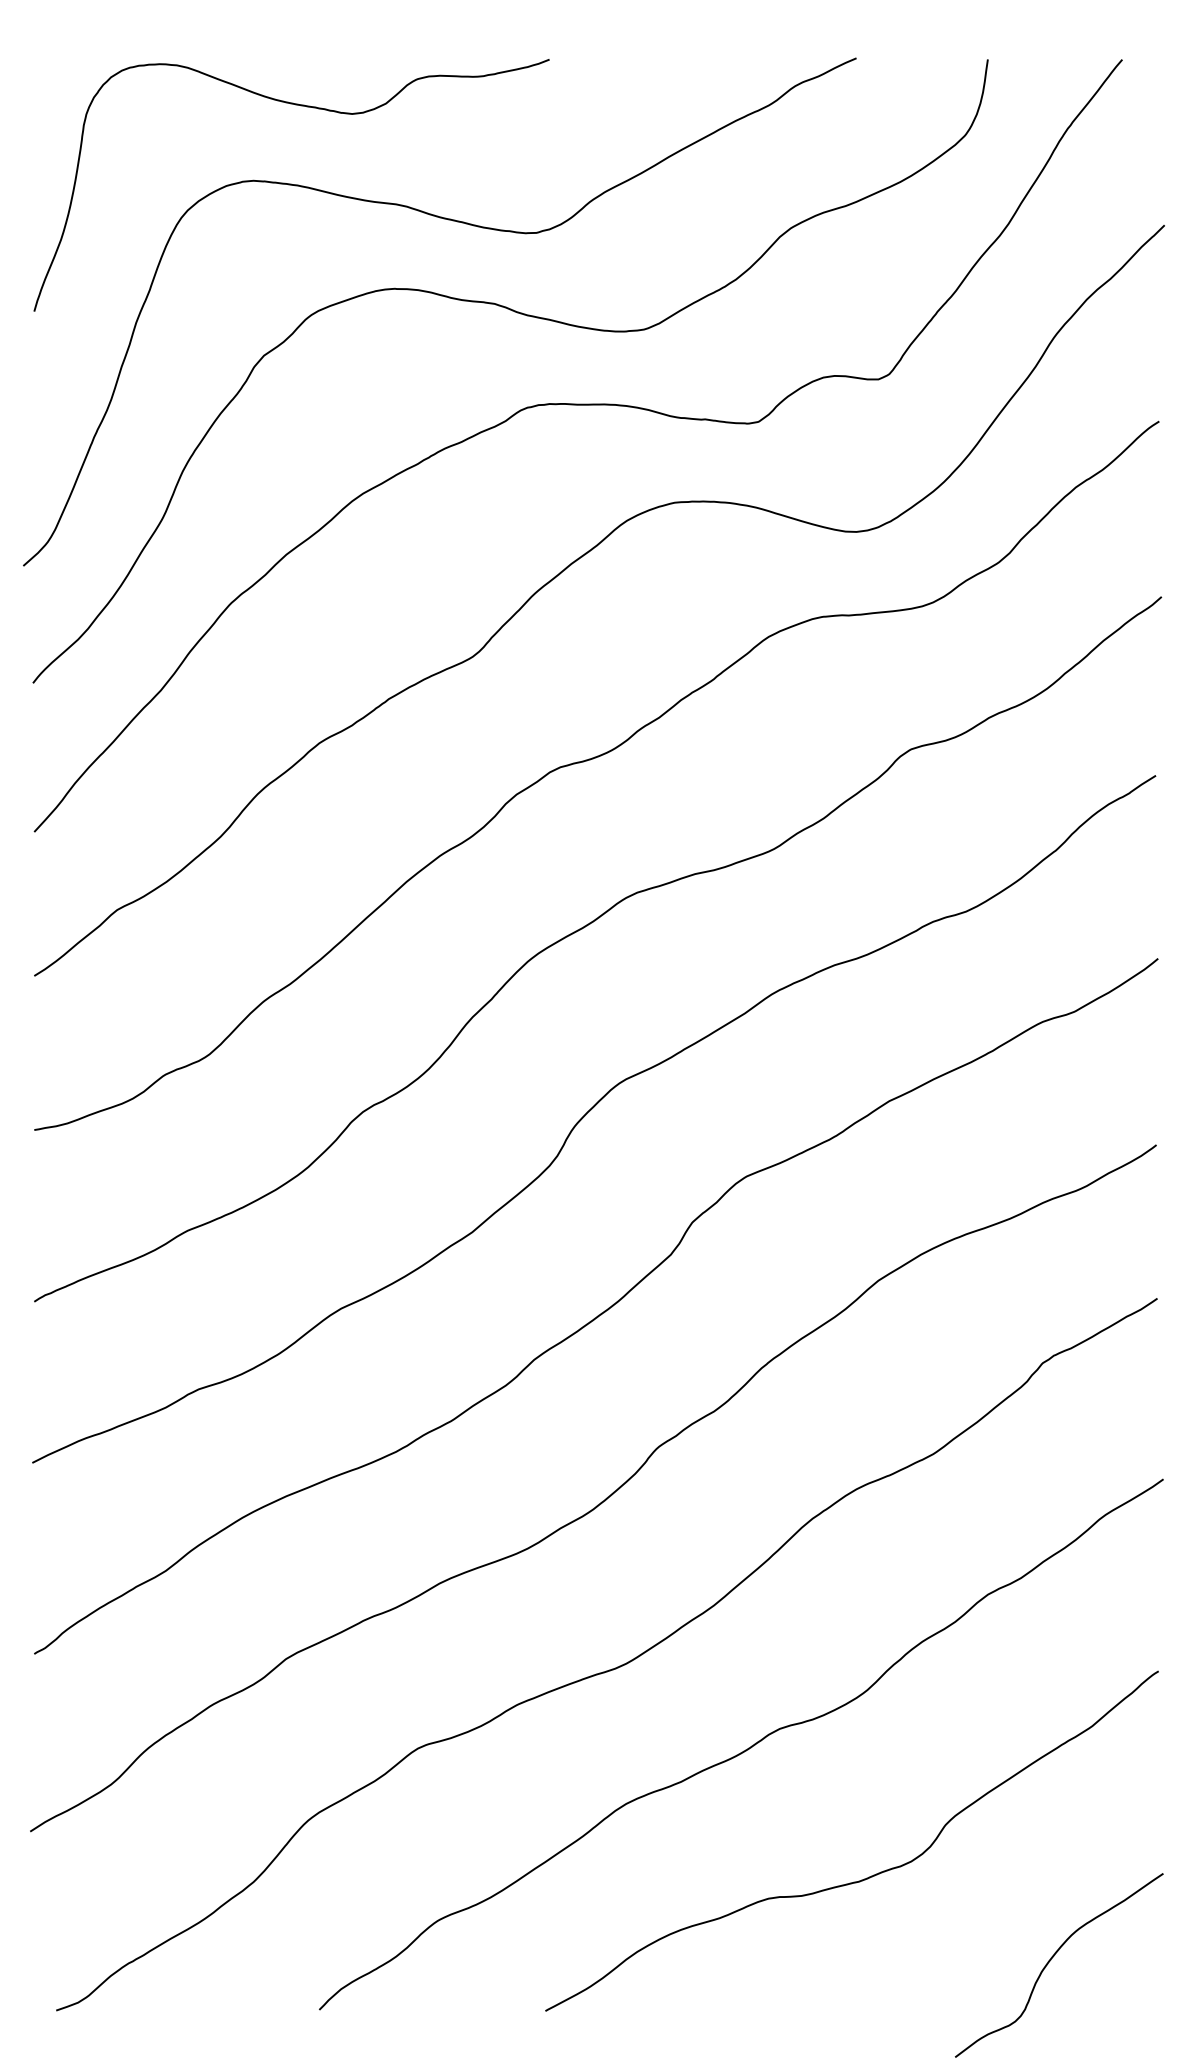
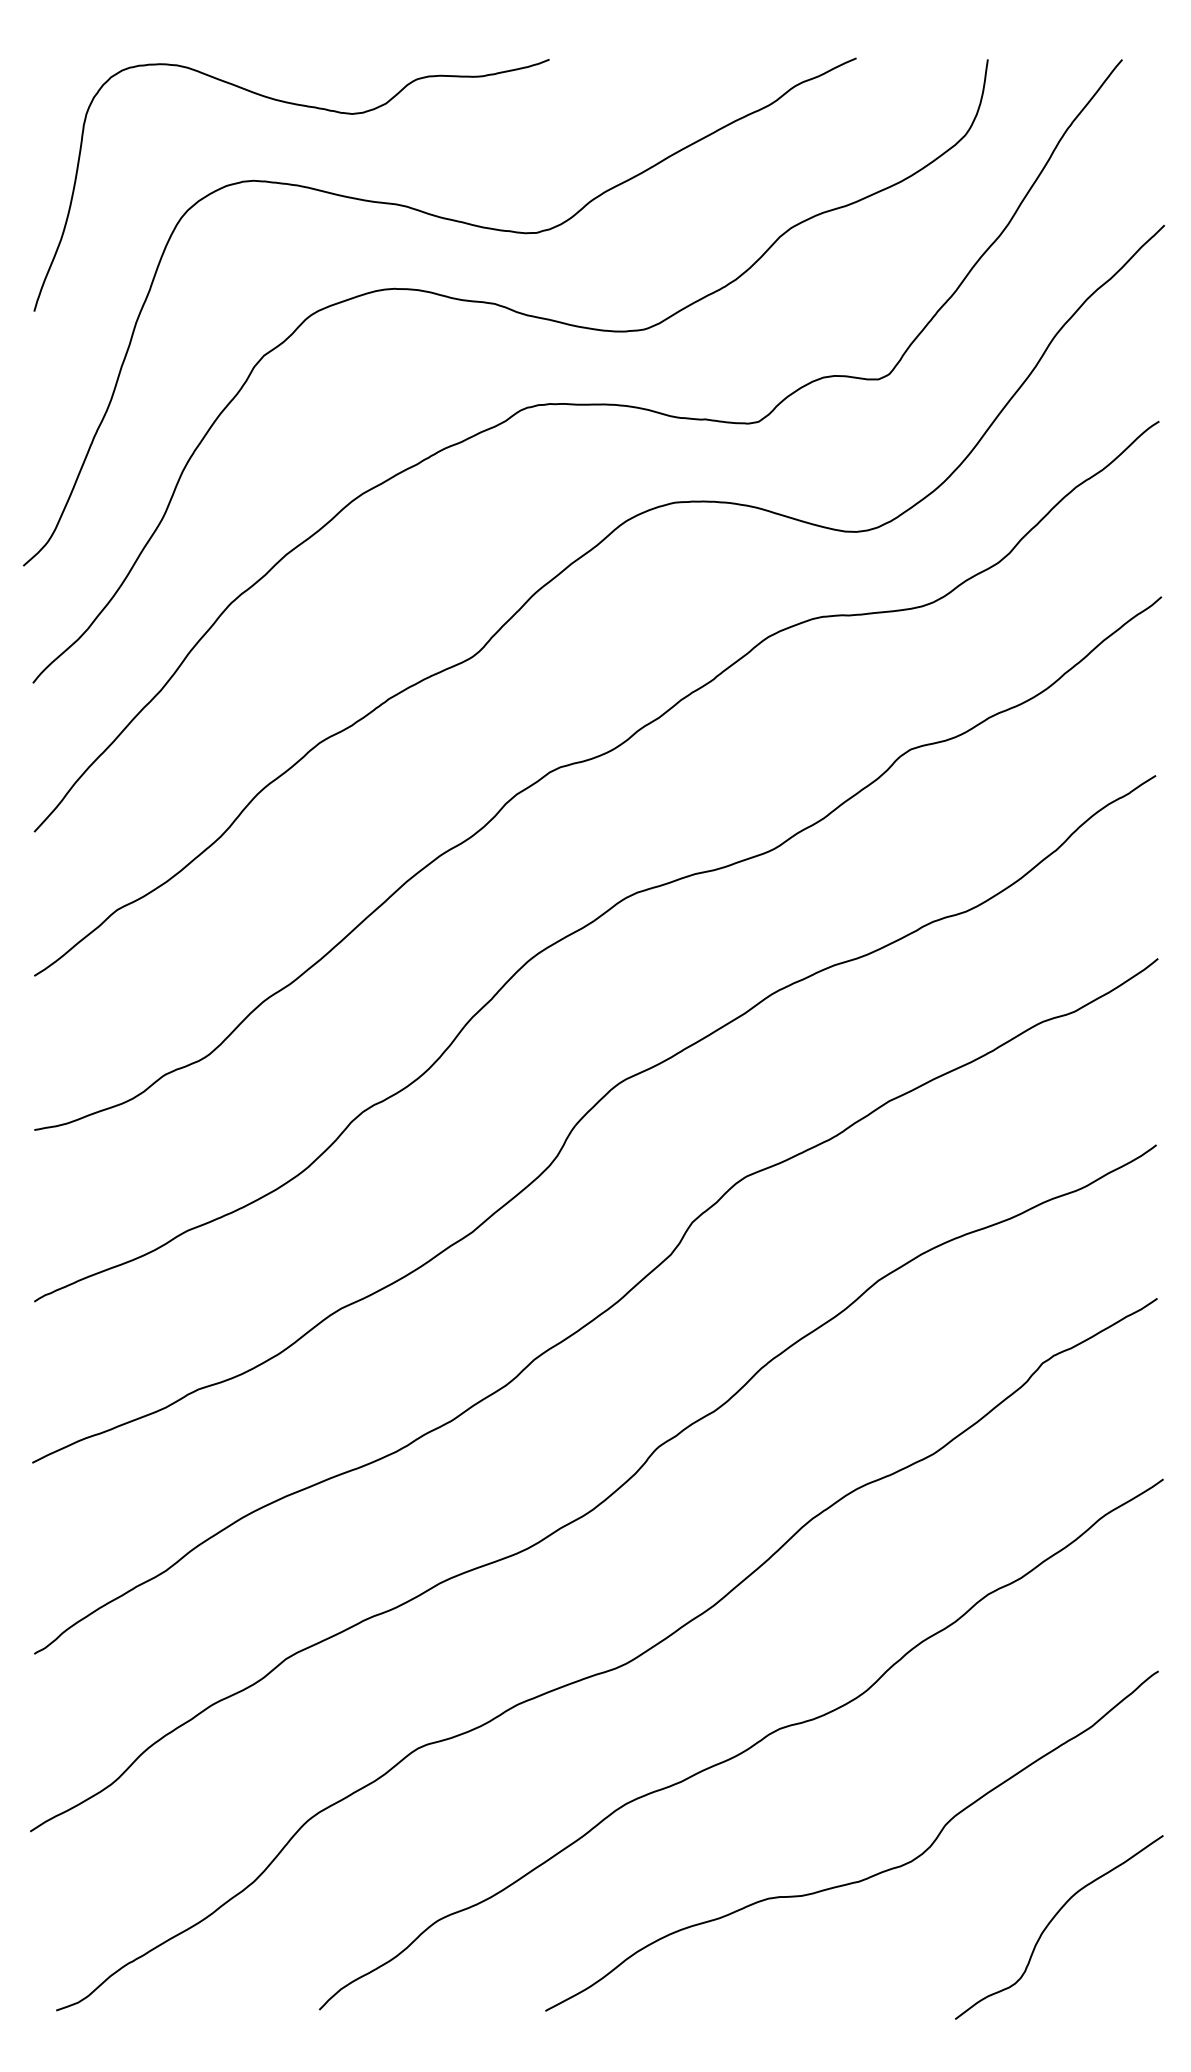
curve at (1051, 1960) position: (1051, 1960) -> (1051, 1922)
